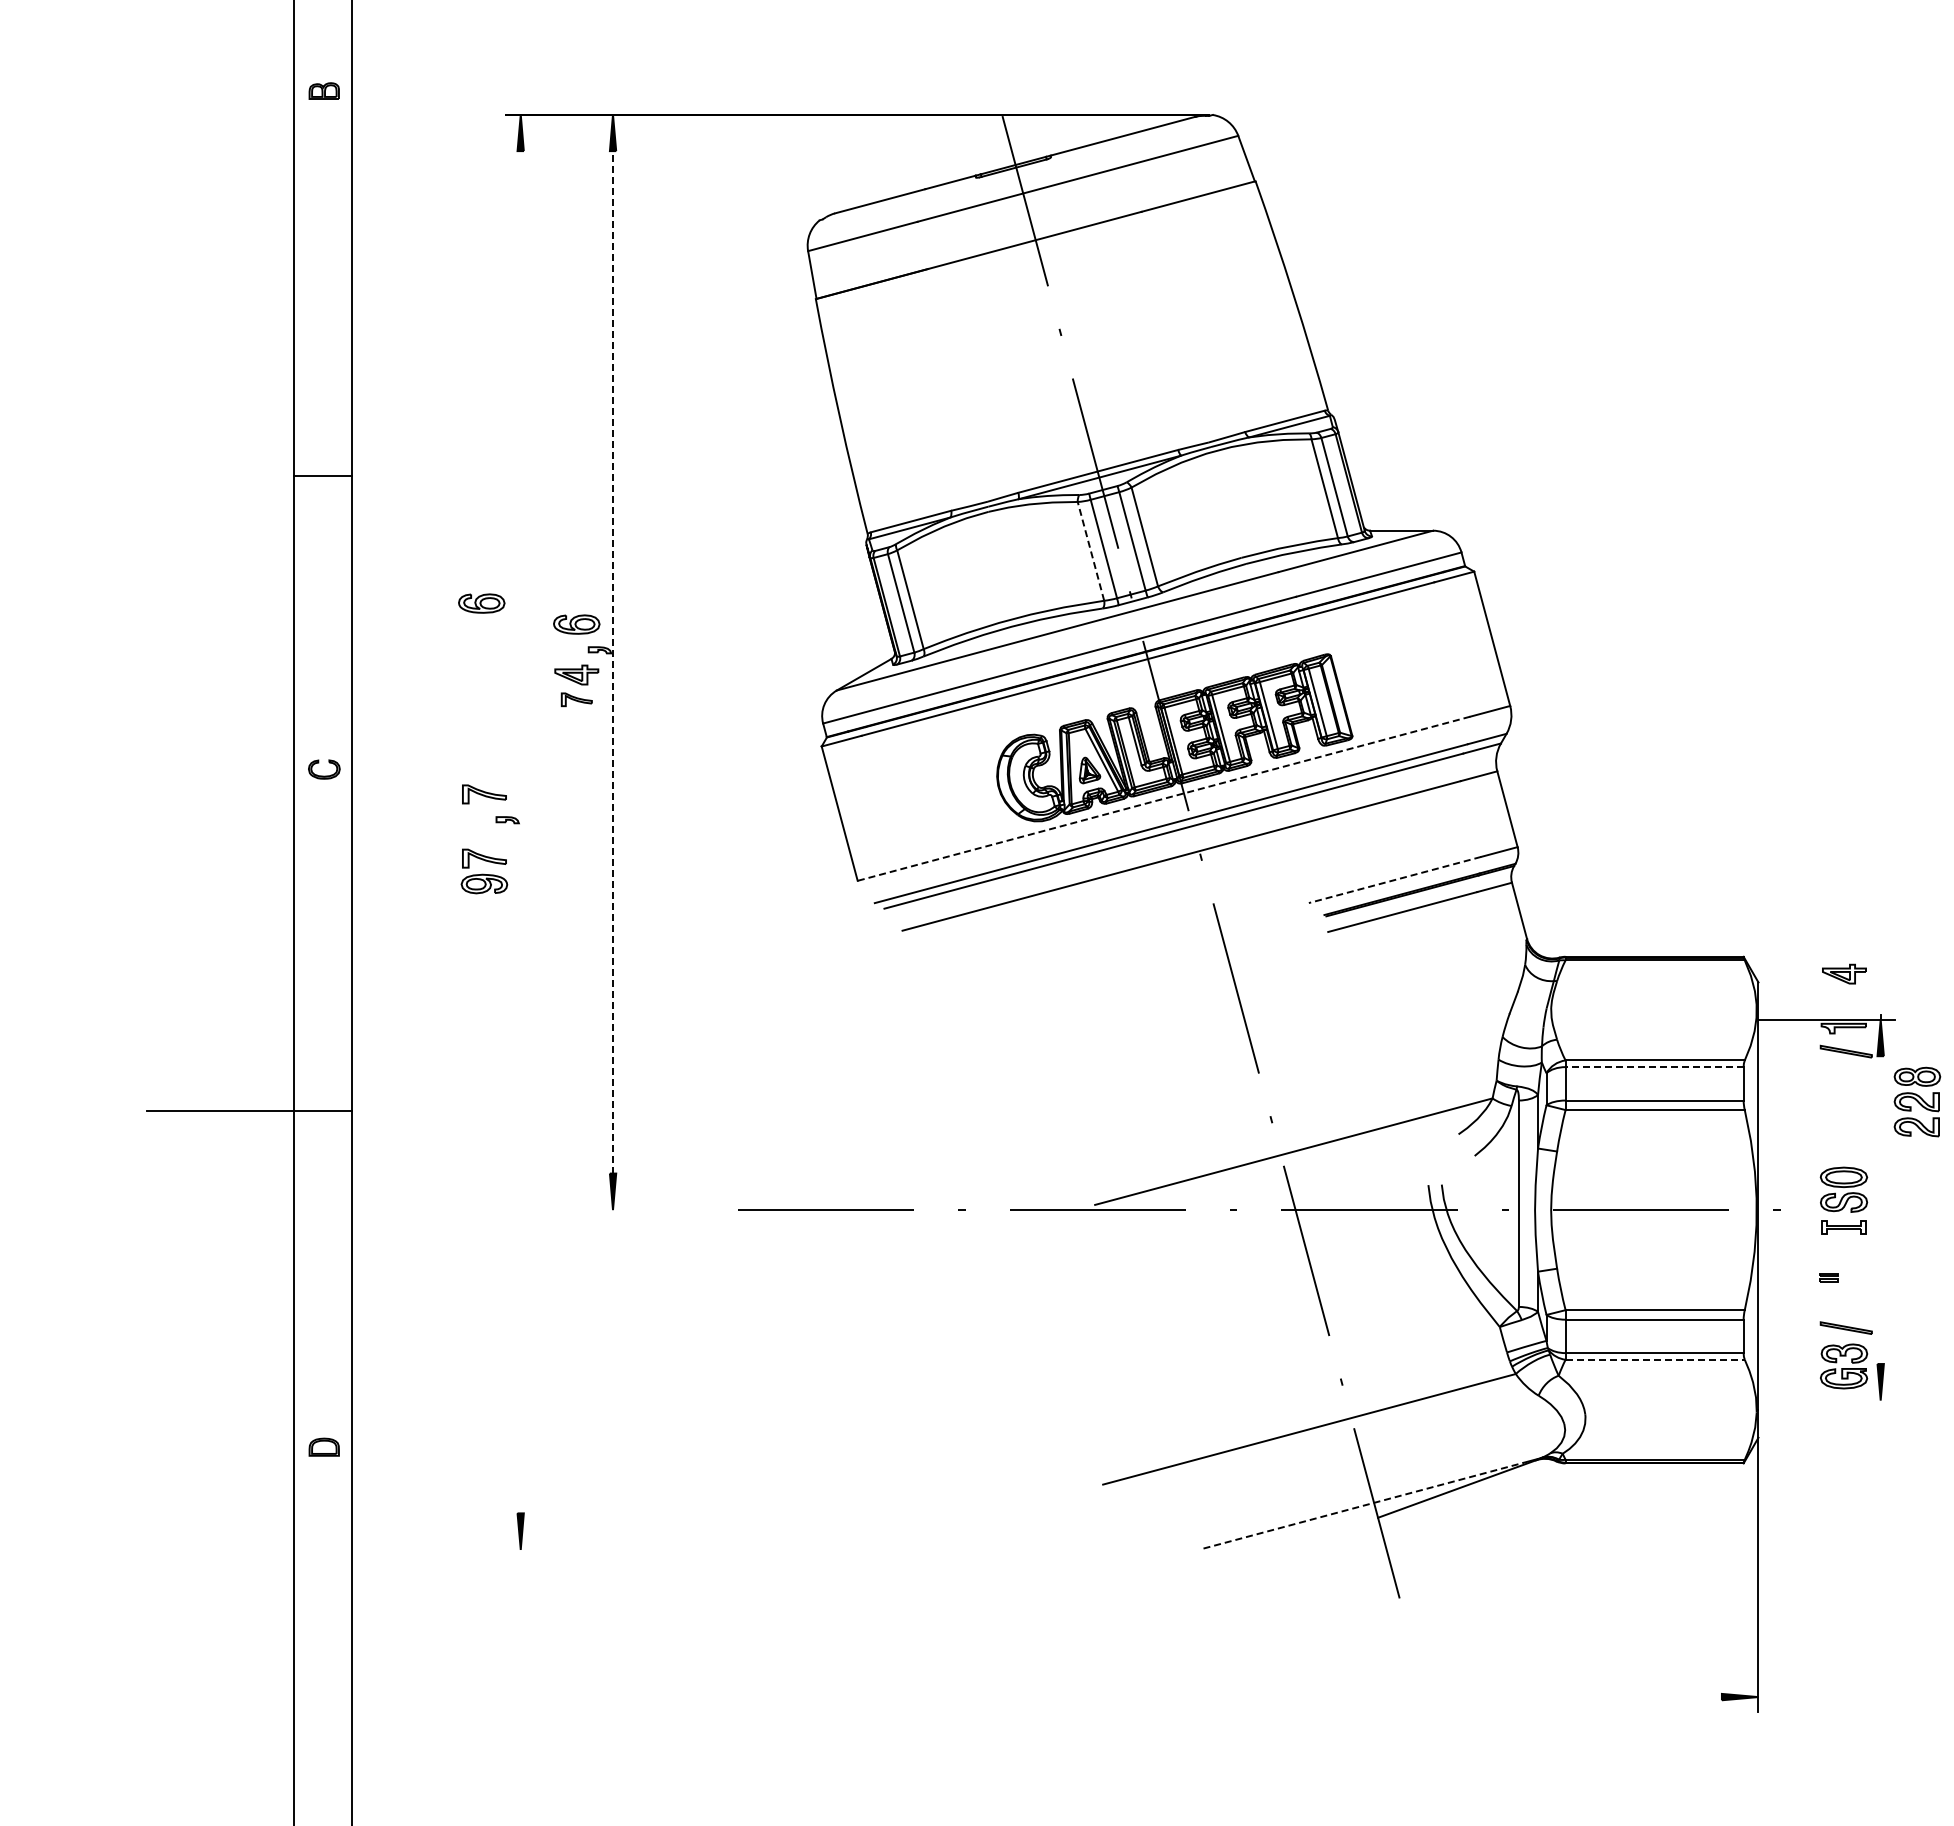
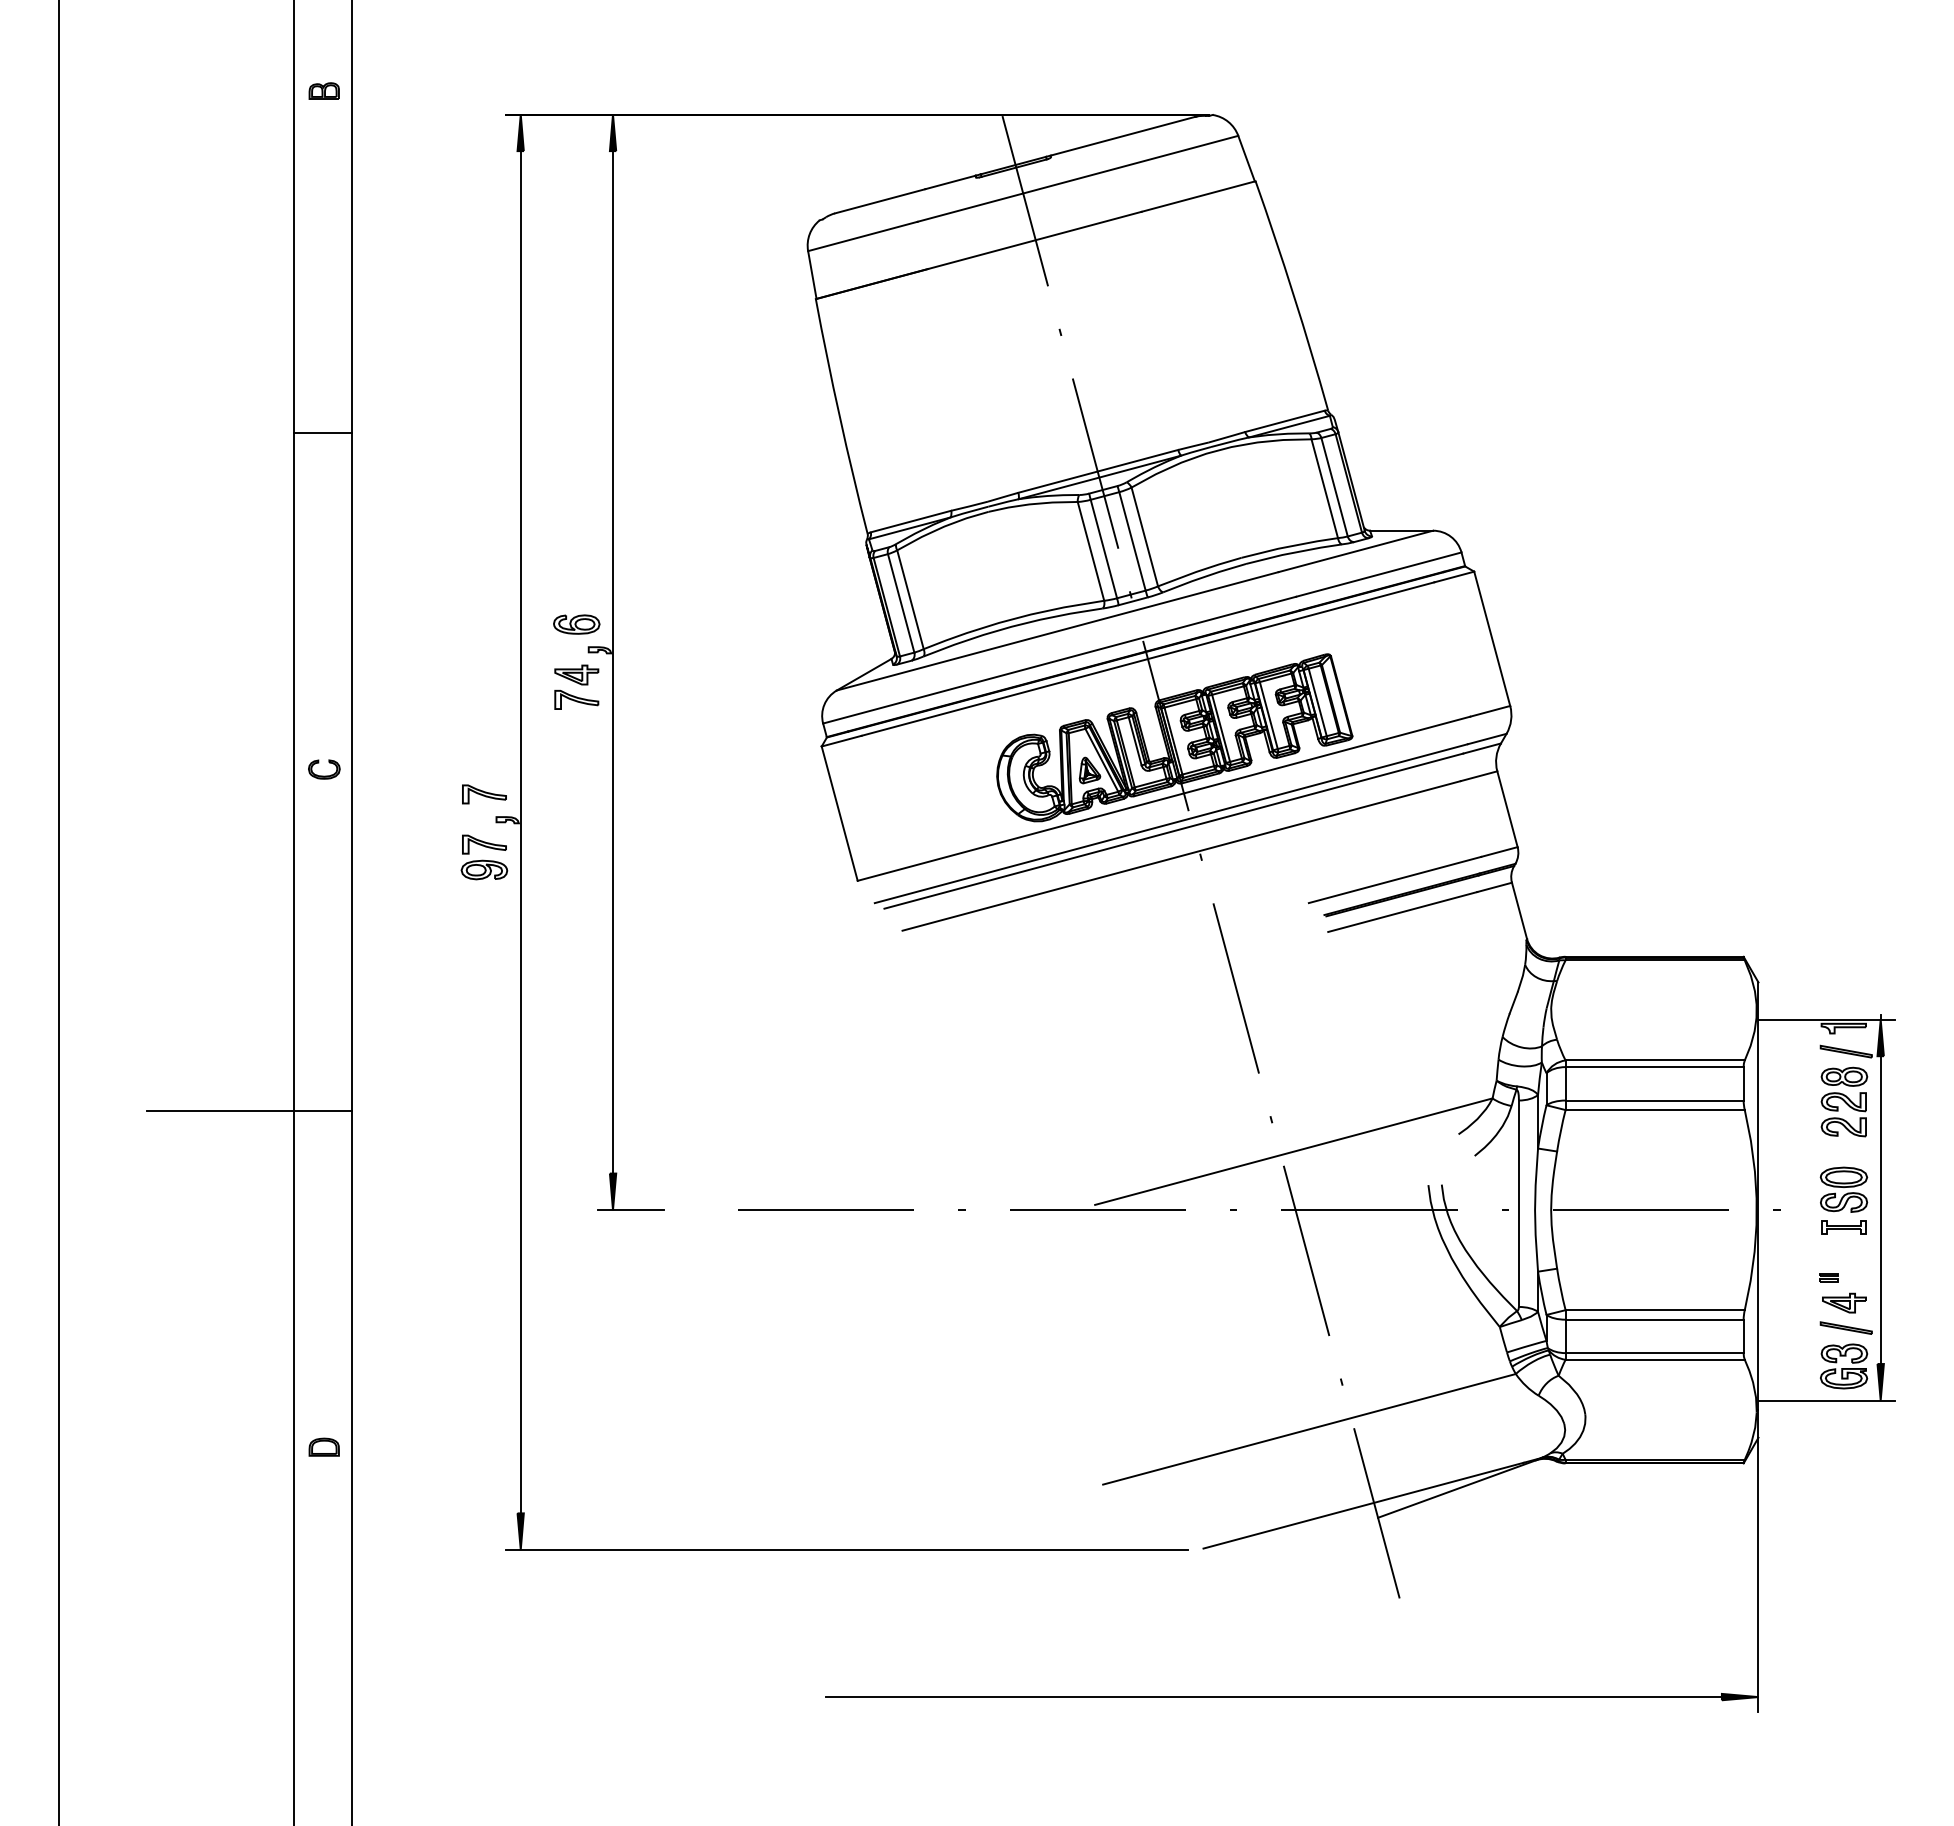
line at (322, 475) position: (322, 475) -> (322, 432)
line at (1090, 550): dashed -> solid
part at (481, 603): present -> none
line at (612, 661): dashed -> solid
part at (576, 699) size: 33x16 px -> 46x21 px
line at (1163, 798): dashed -> solid
line at (520, 832): none -> present
part at (484, 871) position: (484, 871) -> (484, 857)
line at (1394, 880): dashed -> solid
line at (58, 912): none -> present
part at (1844, 973) position: (1844, 973) -> (1844, 1302)
line at (1654, 1067): dashed -> solid
part at (1917, 1101) position: (1917, 1101) -> (1844, 1101)
line at (630, 1210): none -> present
line at (1880, 1210): none -> present
line at (1655, 1359): dashed -> solid
line at (1826, 1400): none -> present
line at (1363, 1505): dashed -> solid
line at (847, 1549): none -> present
line at (1273, 1697): none -> present
